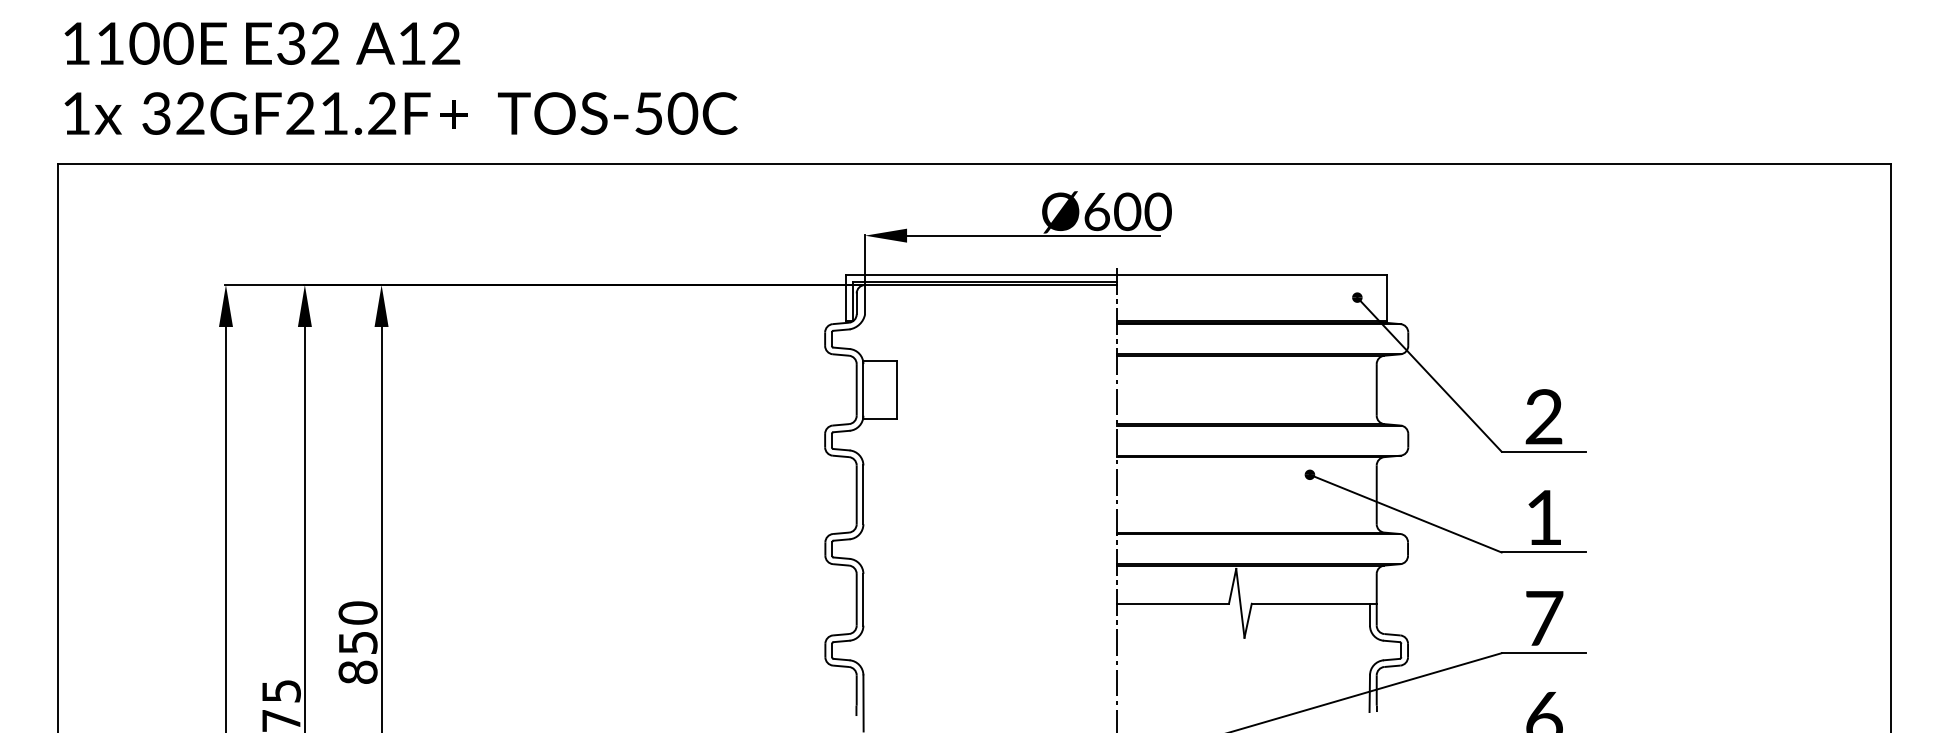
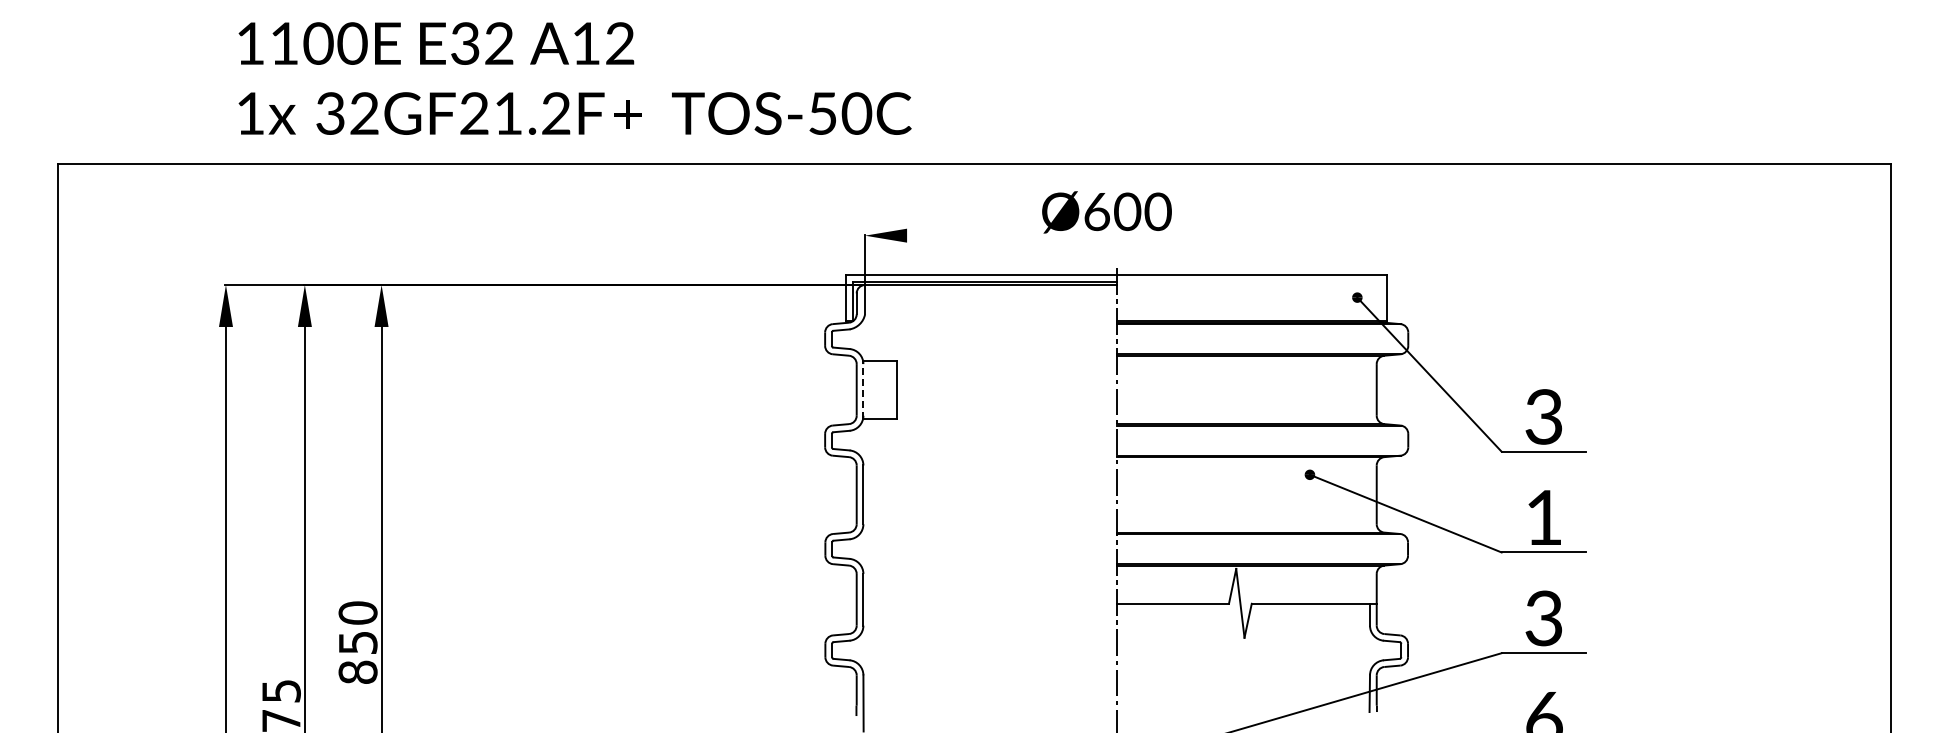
text at (400, 78) position: (400, 78) -> (574, 78)
line at (1033, 235): present -> none
line at (863, 389): solid -> dashed
text at (1543, 417): 2 -> 3
text at (1544, 618): 7 -> 3
